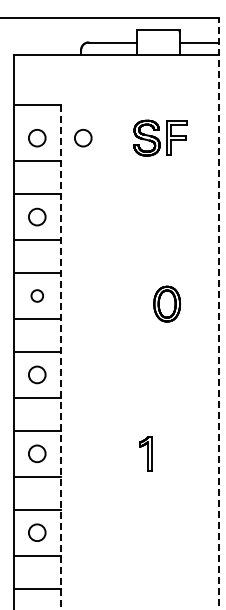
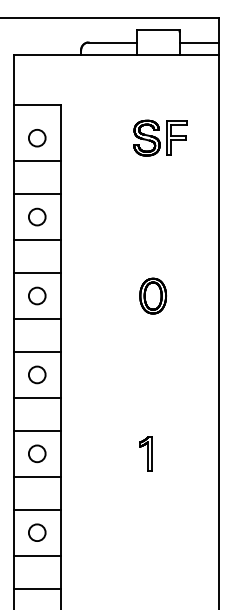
circle at (83, 138): present -> none
circle at (36, 295) size: 14x14 px -> 19x20 px
part at (166, 303) position: (166, 303) -> (152, 295)
line at (219, 313): dashed -> solid
line at (60, 357): dashed -> solid
